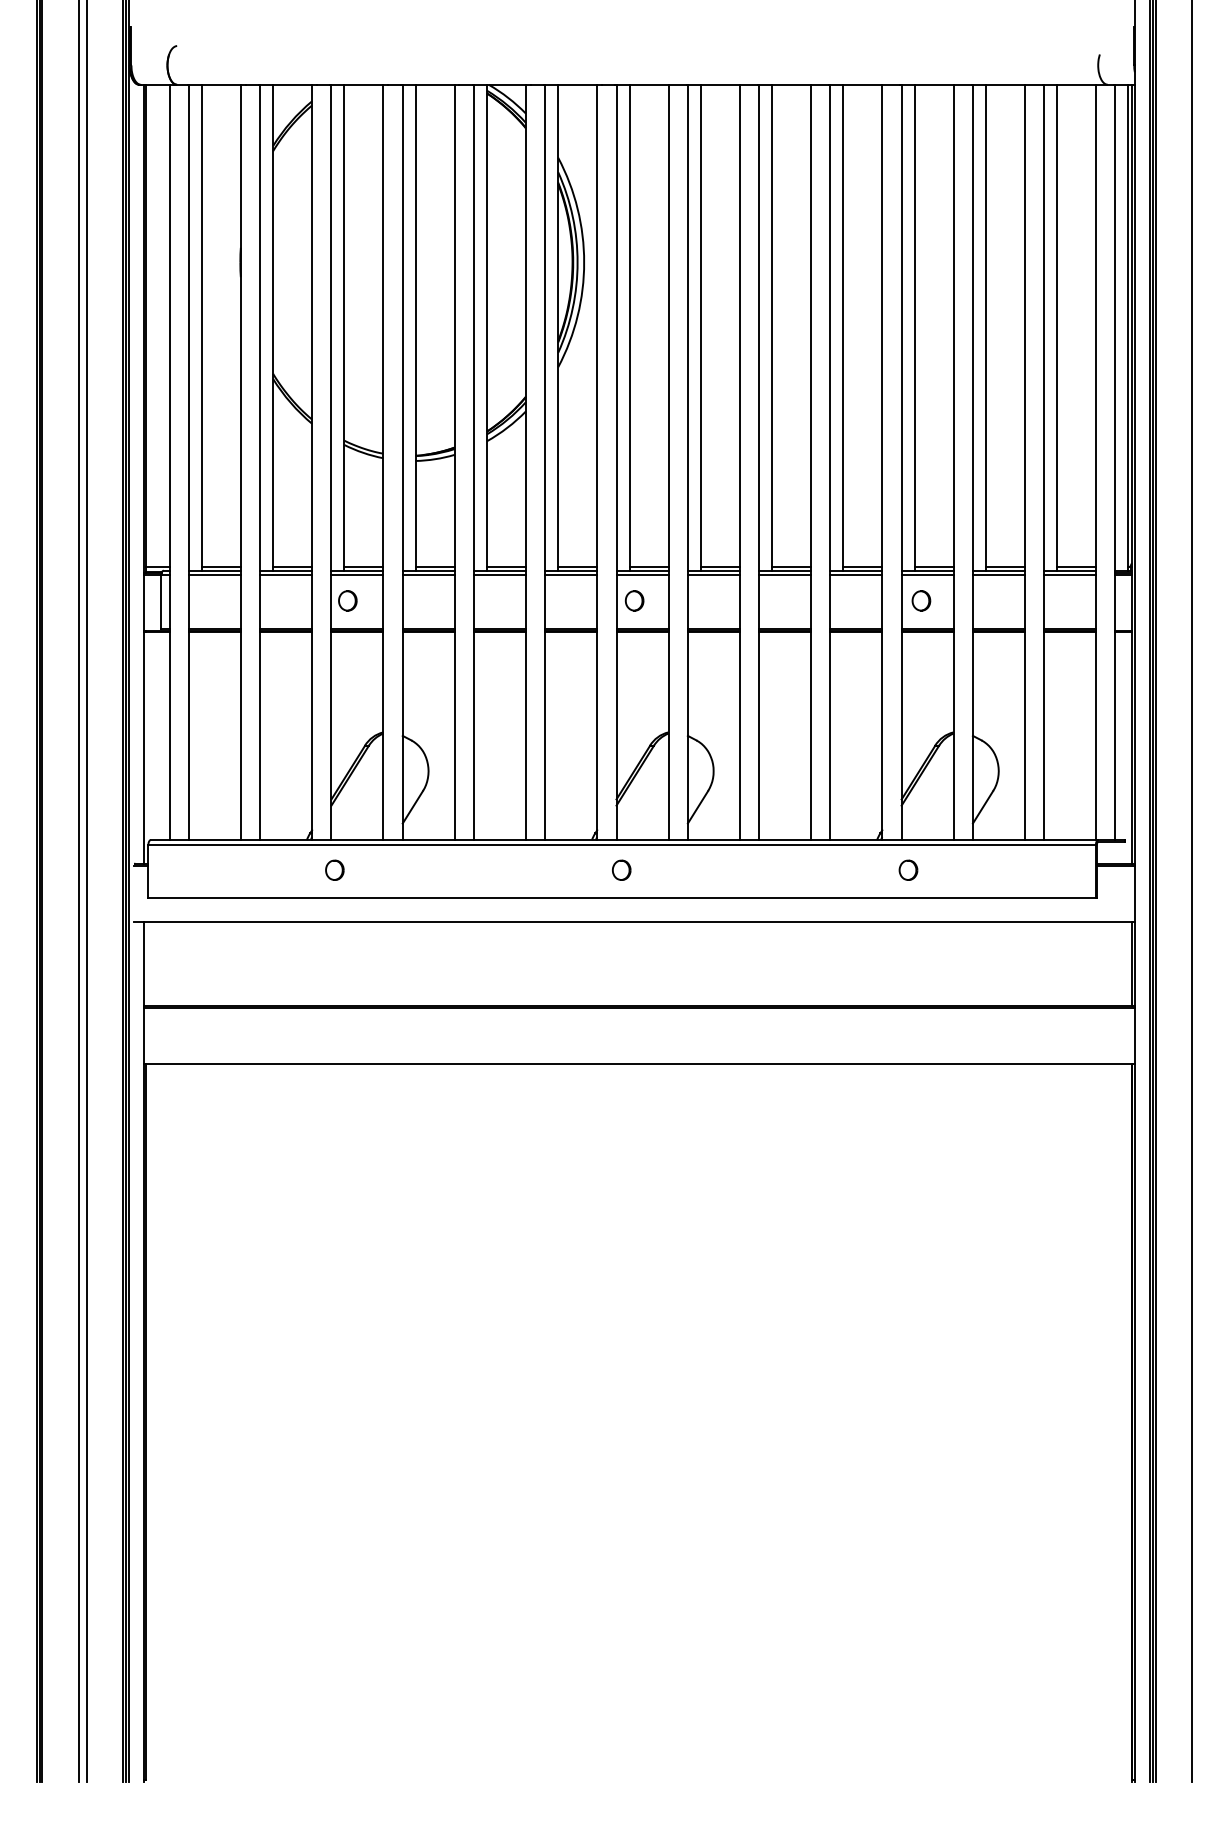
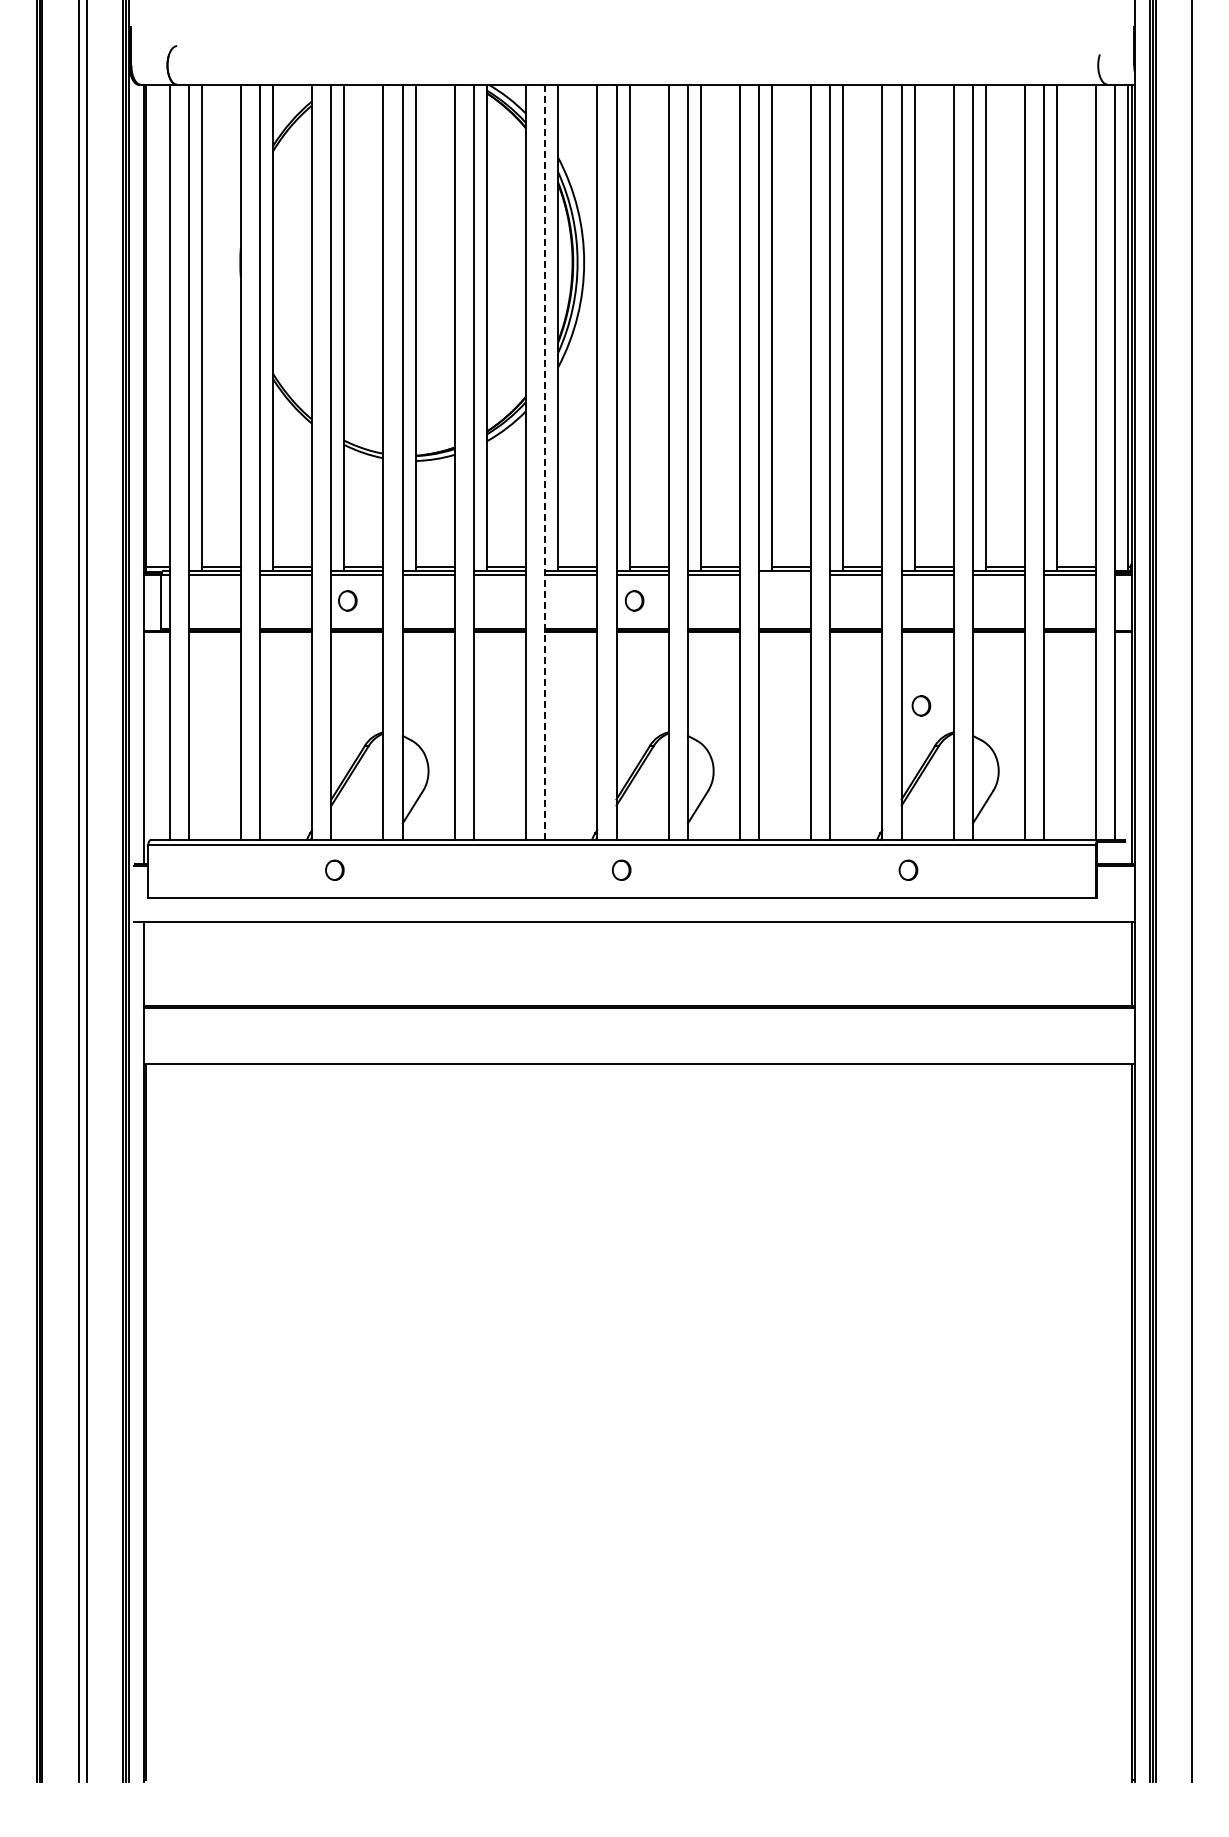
line at (545, 462): solid -> dashed
line at (785, 575): present -> none
part at (921, 600) position: (921, 600) -> (921, 705)
